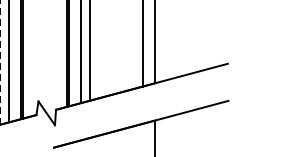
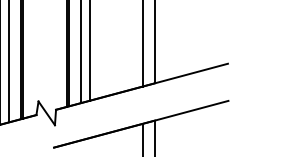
line at (0, 62): dashed -> solid
line at (143, 138): none -> present
